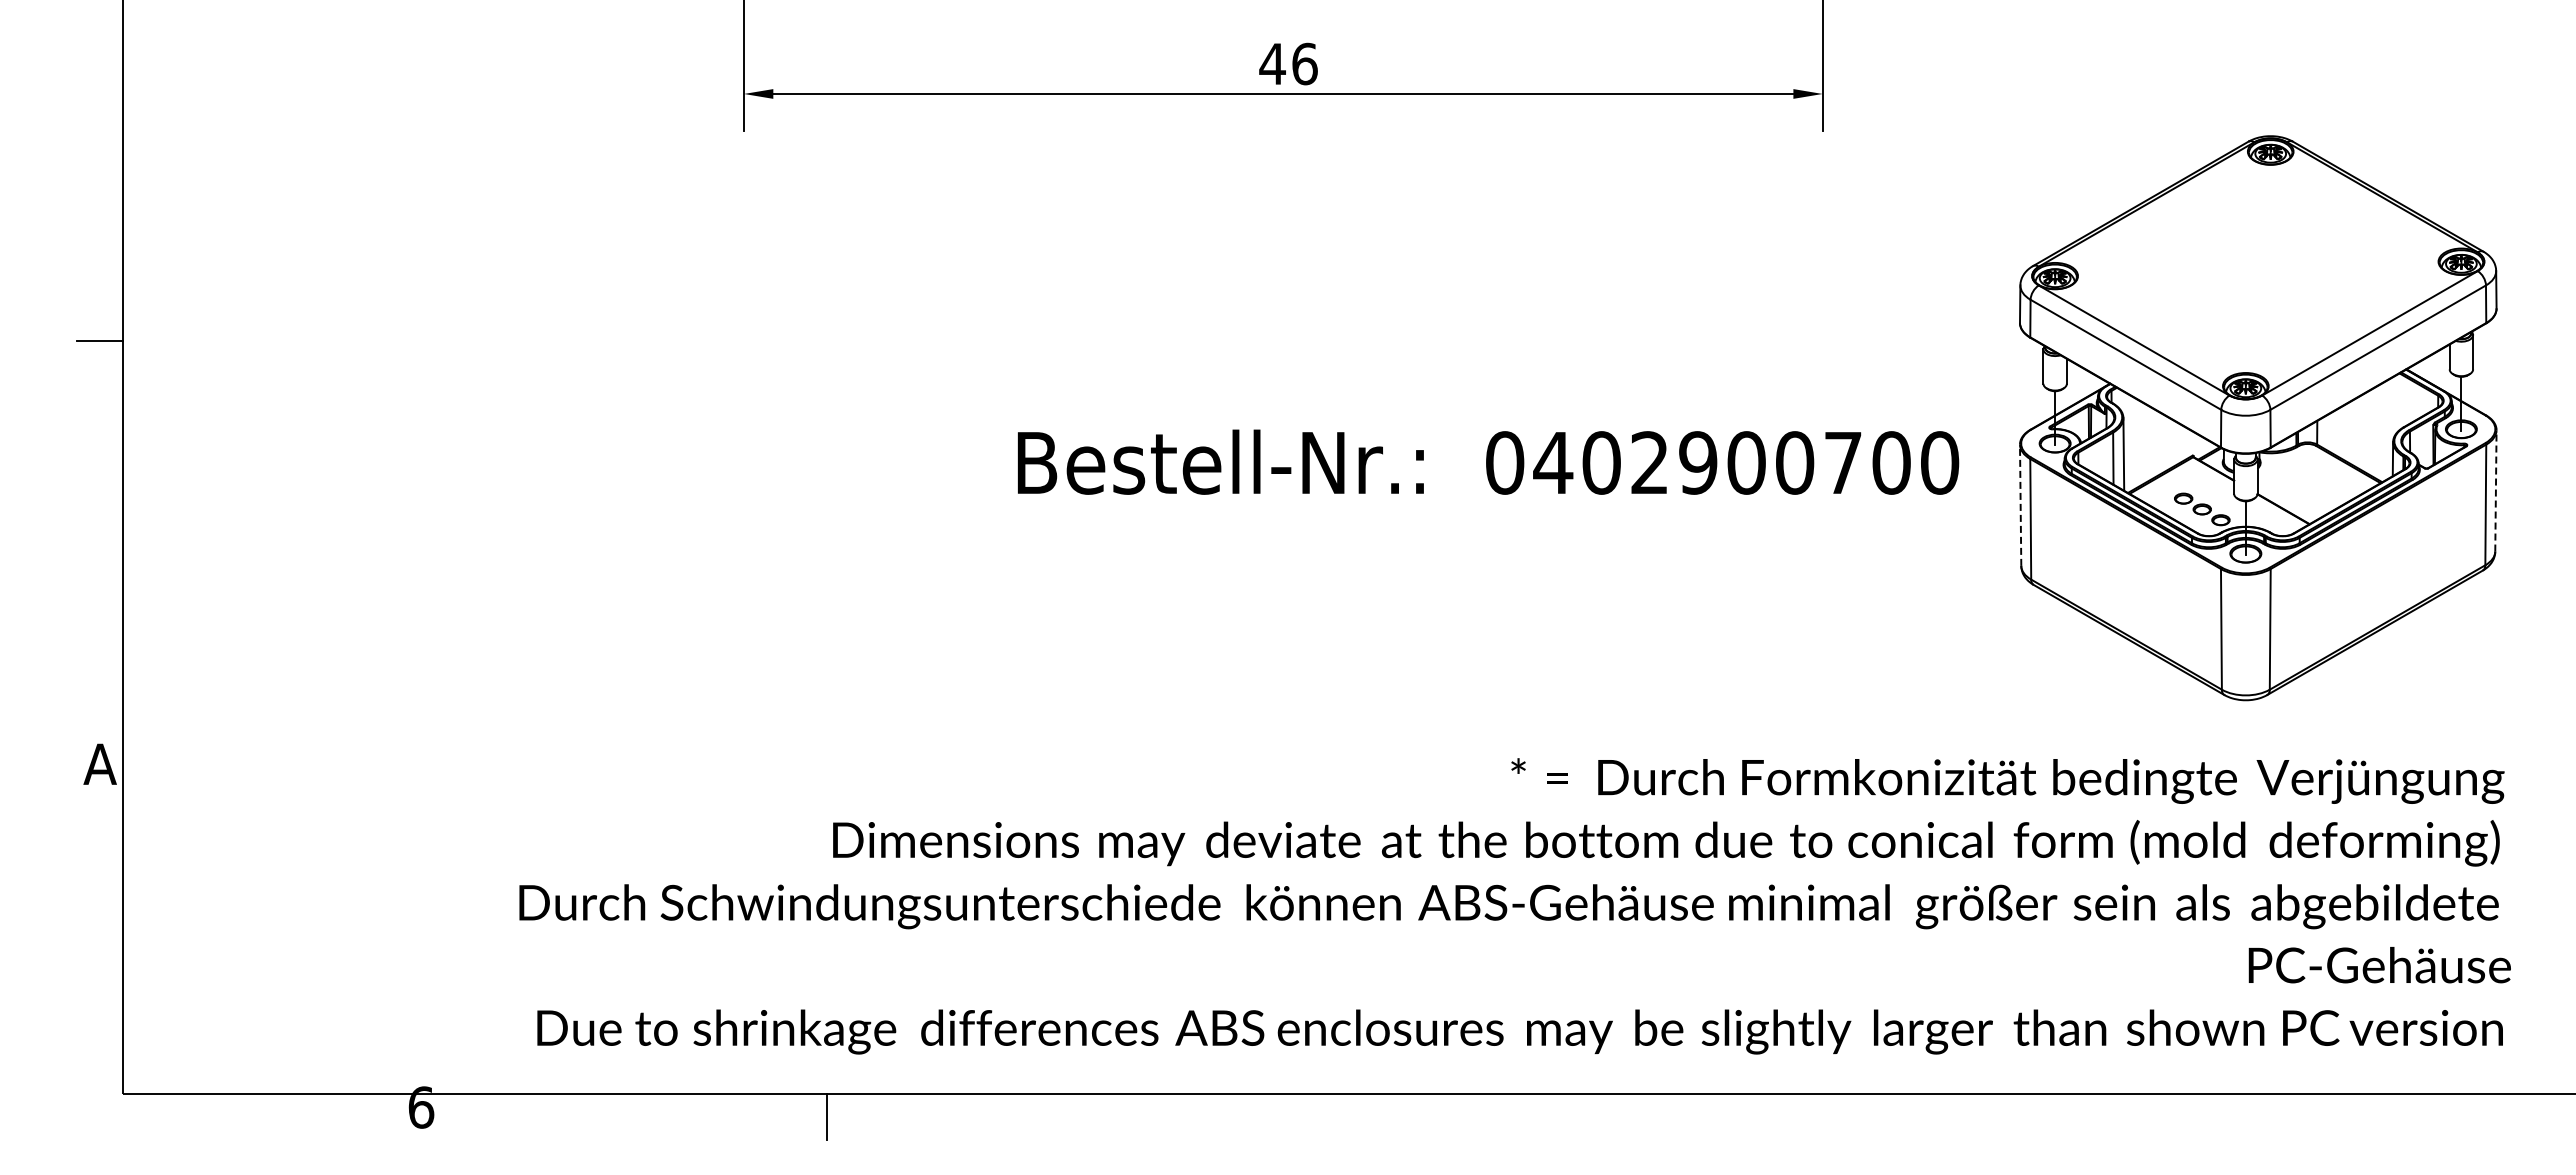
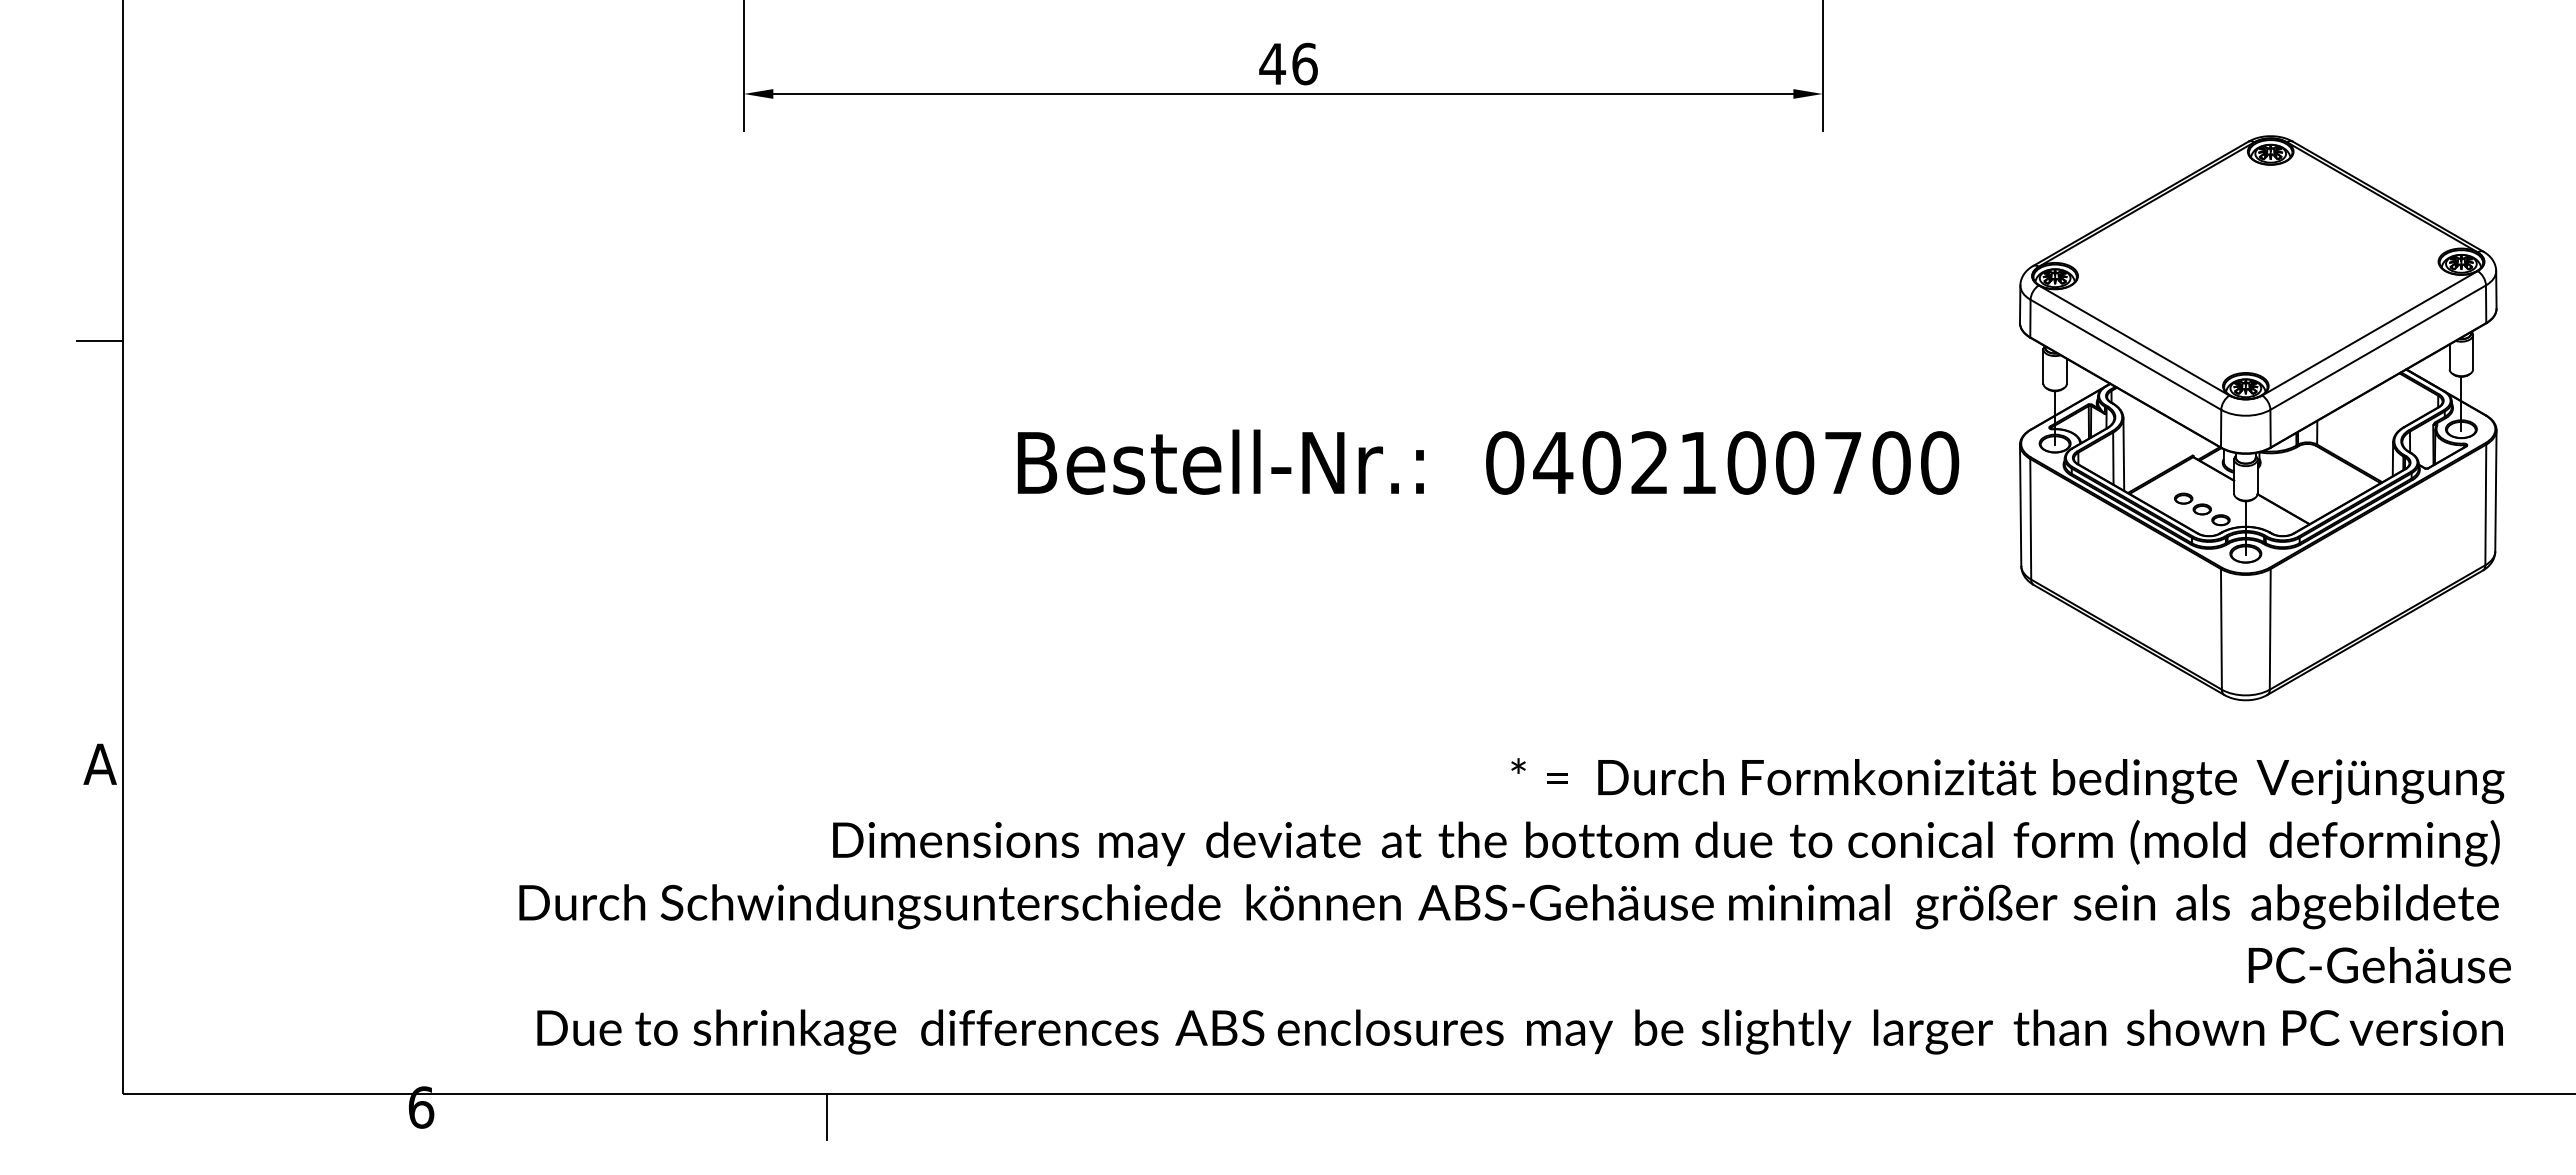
text at (1698, 462): 0402900700 -> 0402100700
line at (2495, 490): dashed -> solid
line at (2020, 505): dashed -> solid
